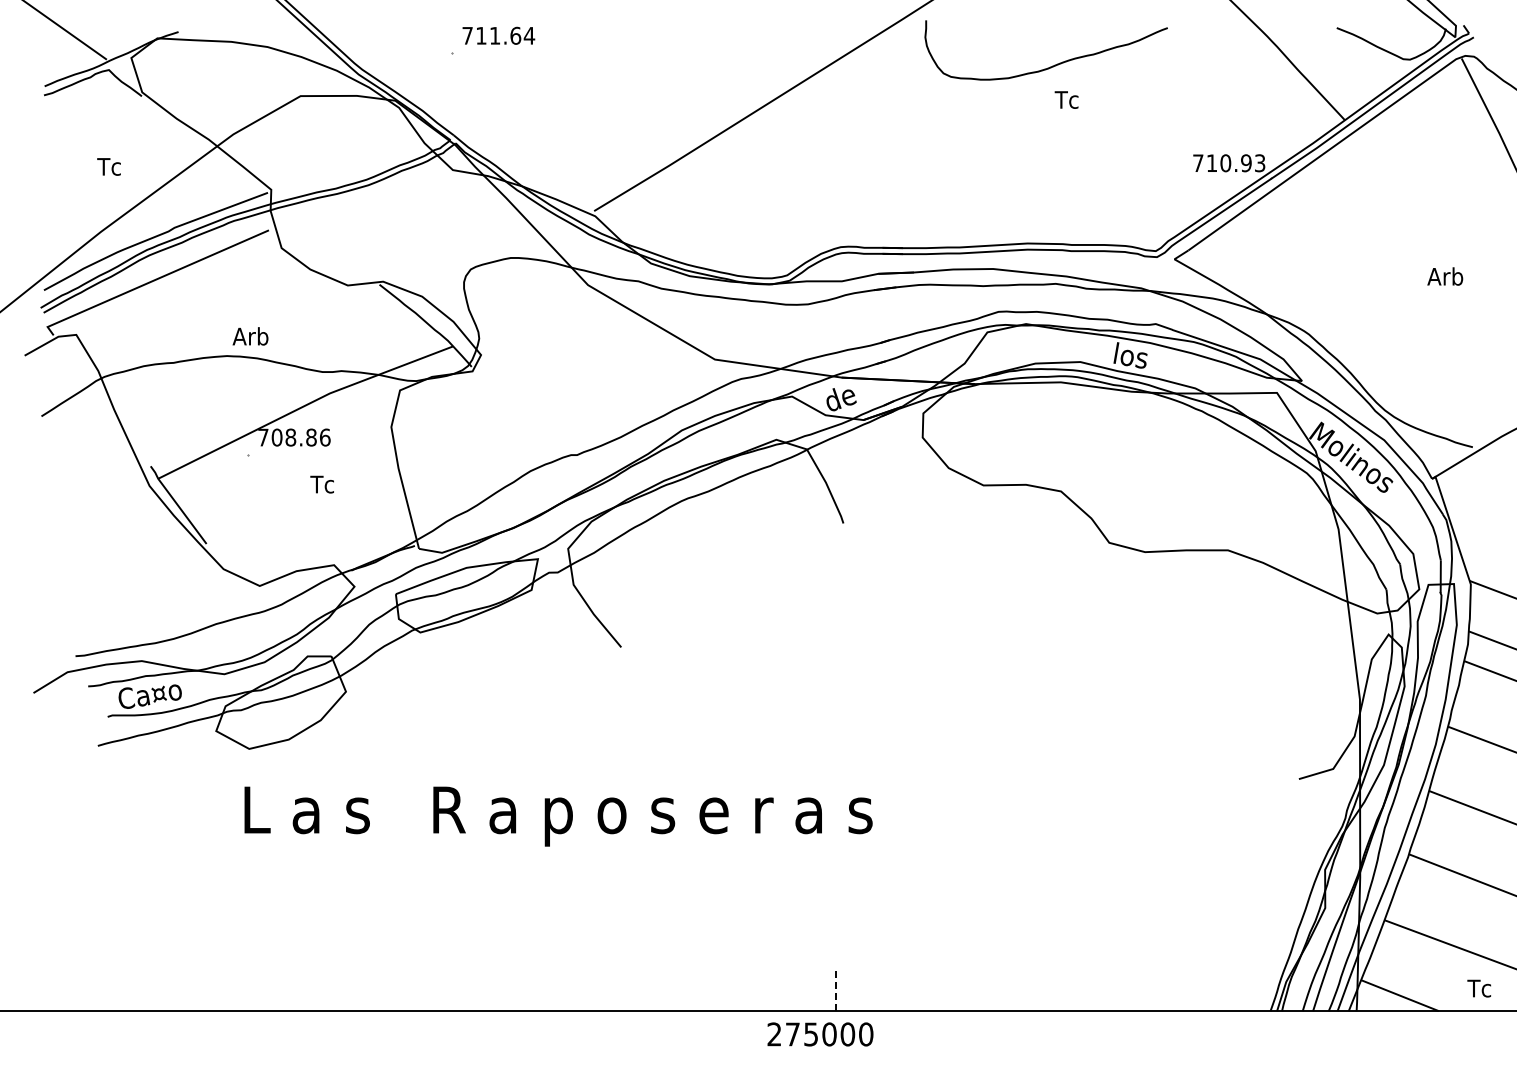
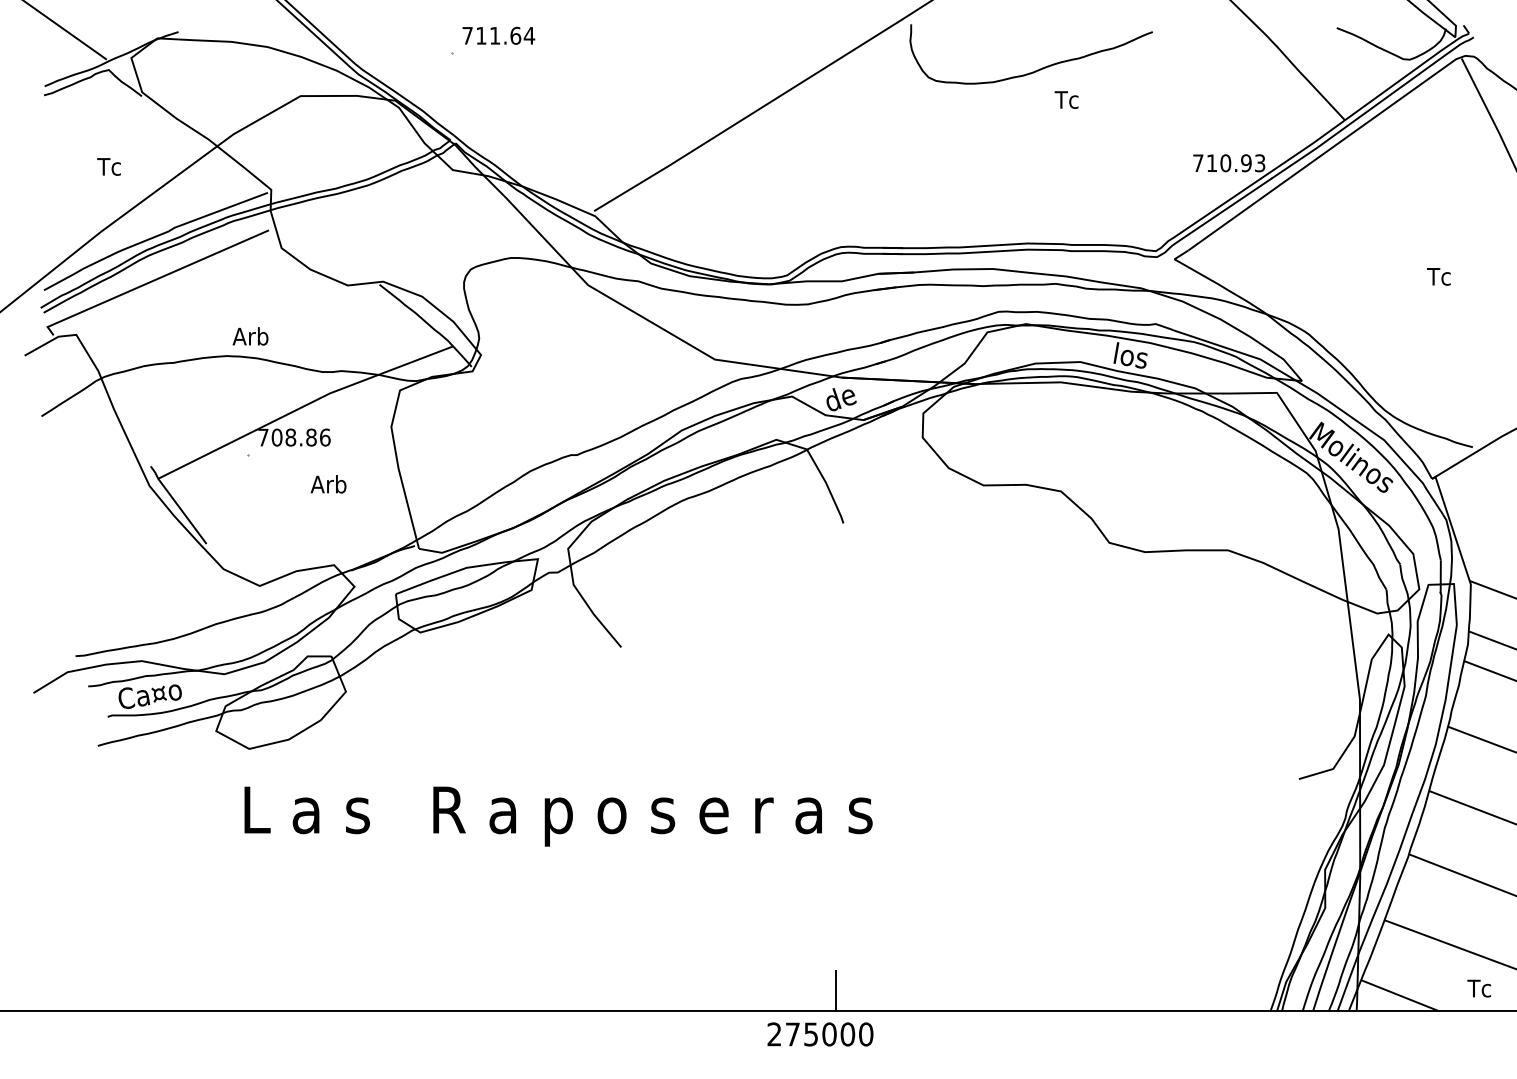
curve at (1052, 65) position: (1052, 65) -> (1037, 69)
text at (1445, 276): Arb -> Tc
text at (328, 484): Tc -> Arb
line at (835, 990): dashed -> solid
